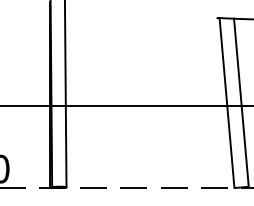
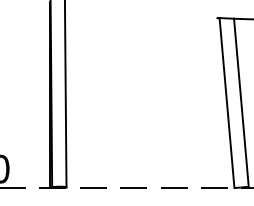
line at (126, 105): present -> none
